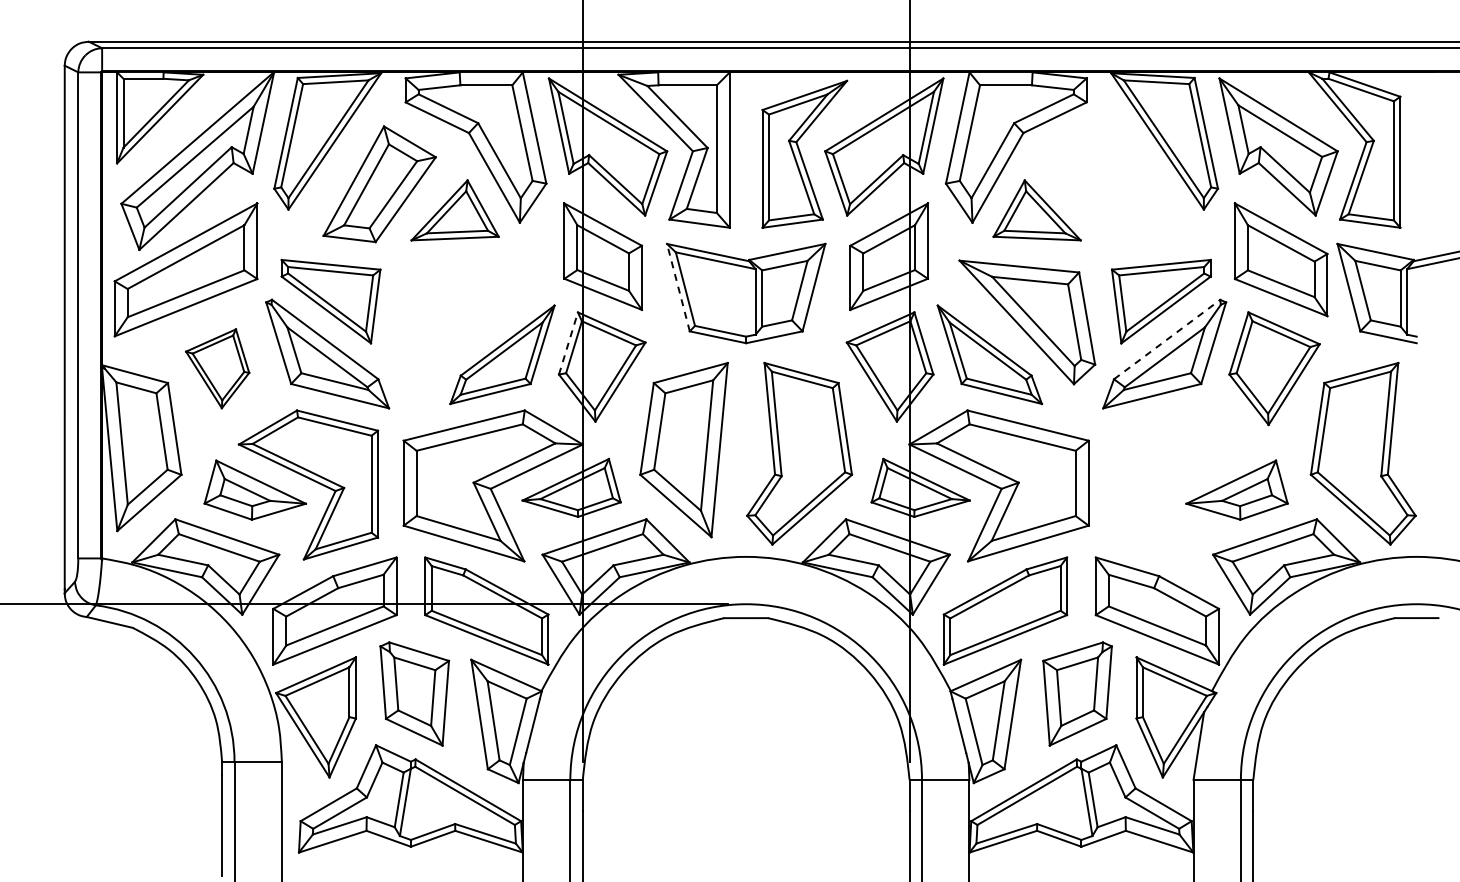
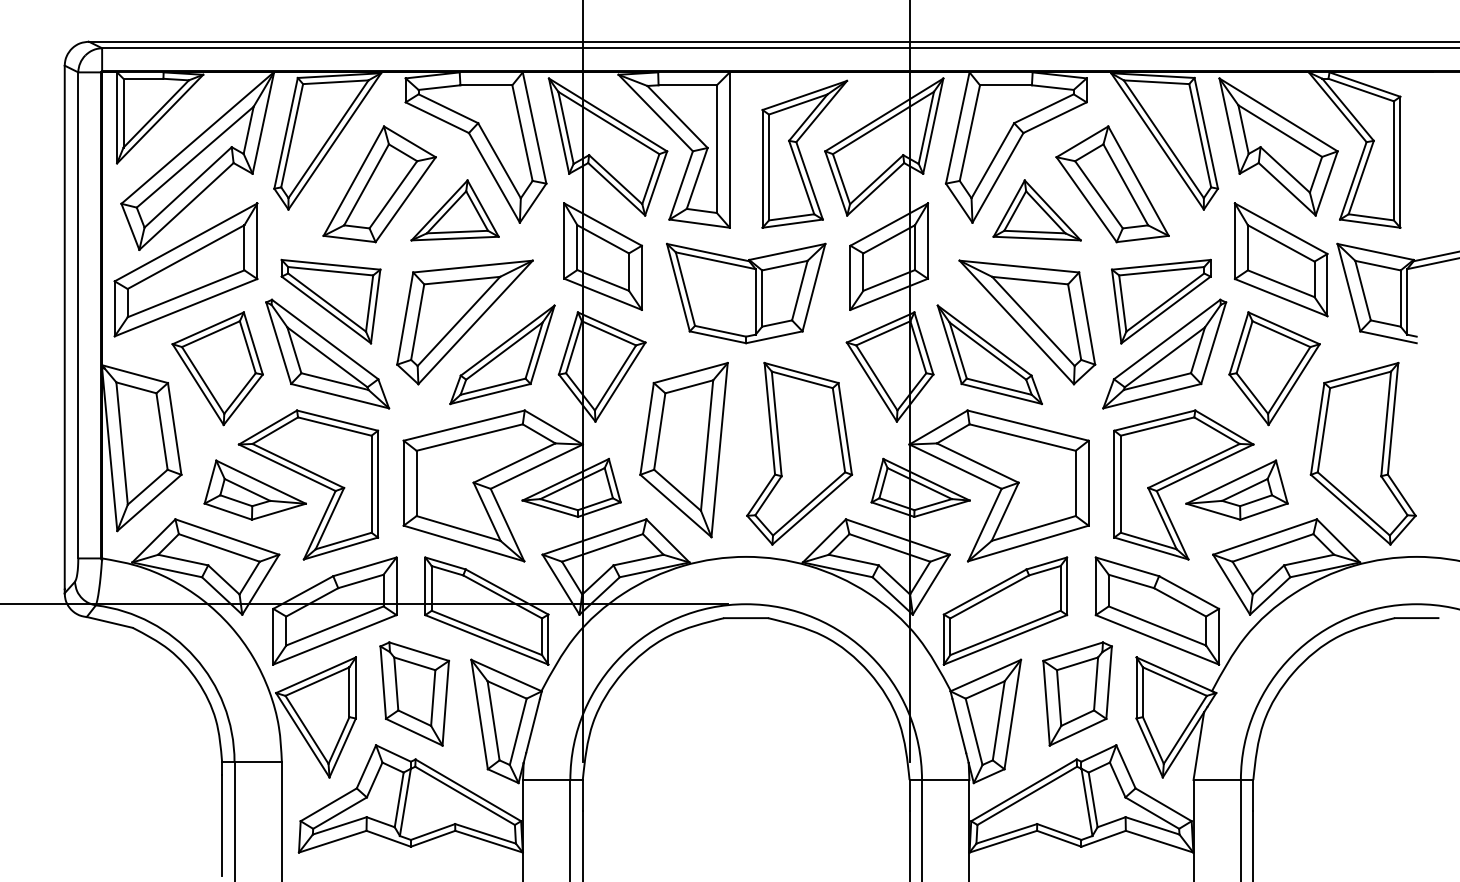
part at (1112, 184): none -> present
line at (678, 287): dashed -> solid
part at (464, 322): none -> present
line at (1167, 339): dashed -> solid
line at (568, 343): dashed -> solid
part at (217, 368) size: 66x82 px -> 93x116 px
part at (1183, 484): none -> present
